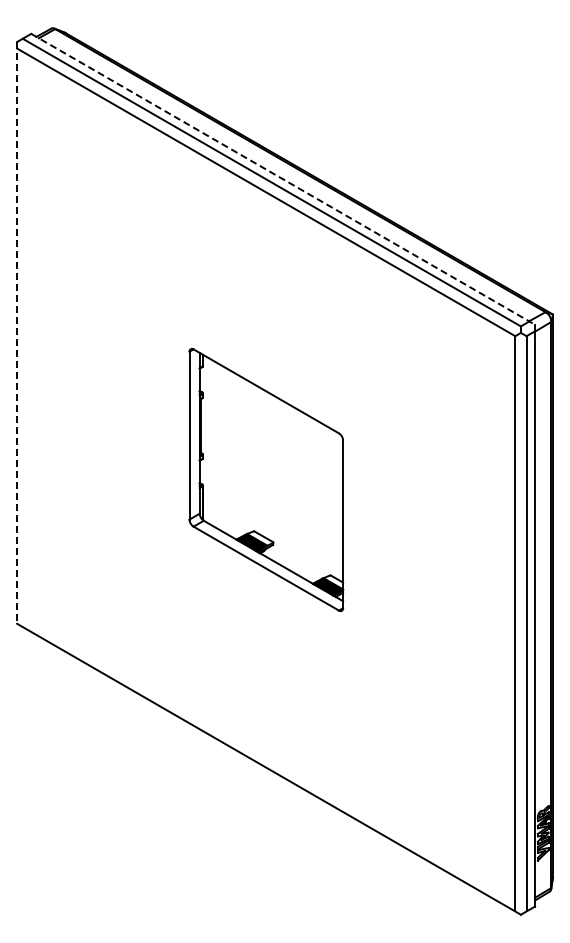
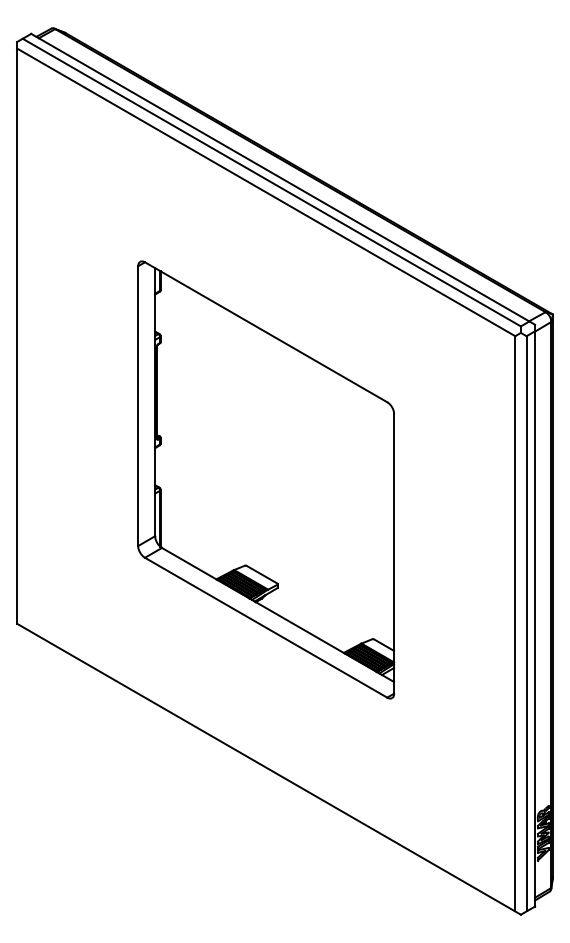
line at (283, 179): dashed -> solid
line at (17, 332): dashed -> solid
part at (266, 479) size: 157x264 px -> 259x440 px
